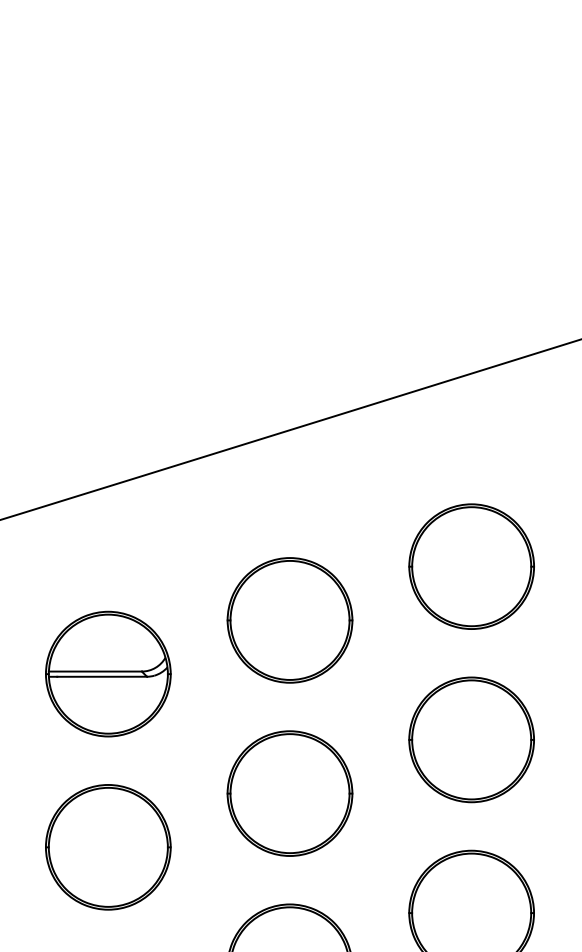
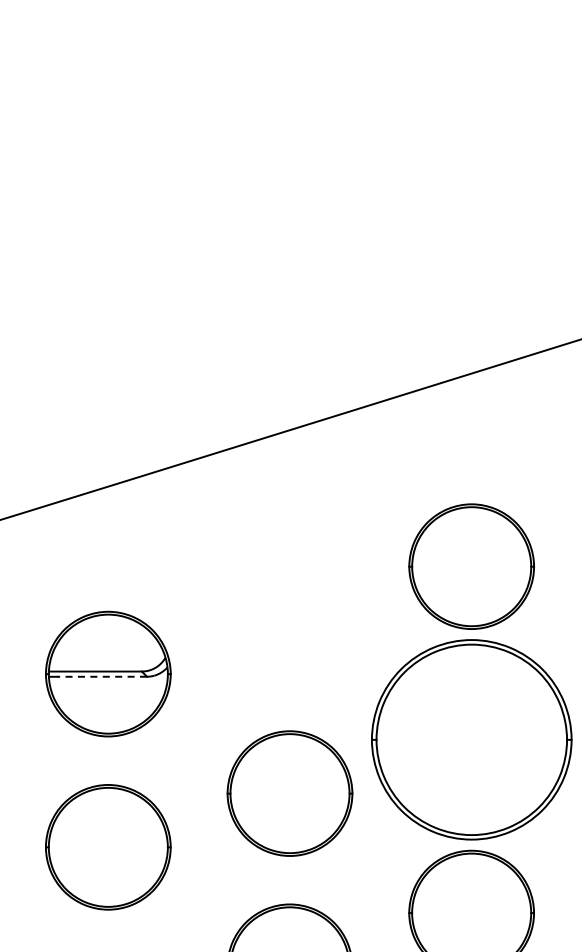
part at (289, 620): present -> none
line at (102, 676): solid -> dashed
part at (471, 739) size: 127x128 px -> 202x202 px
